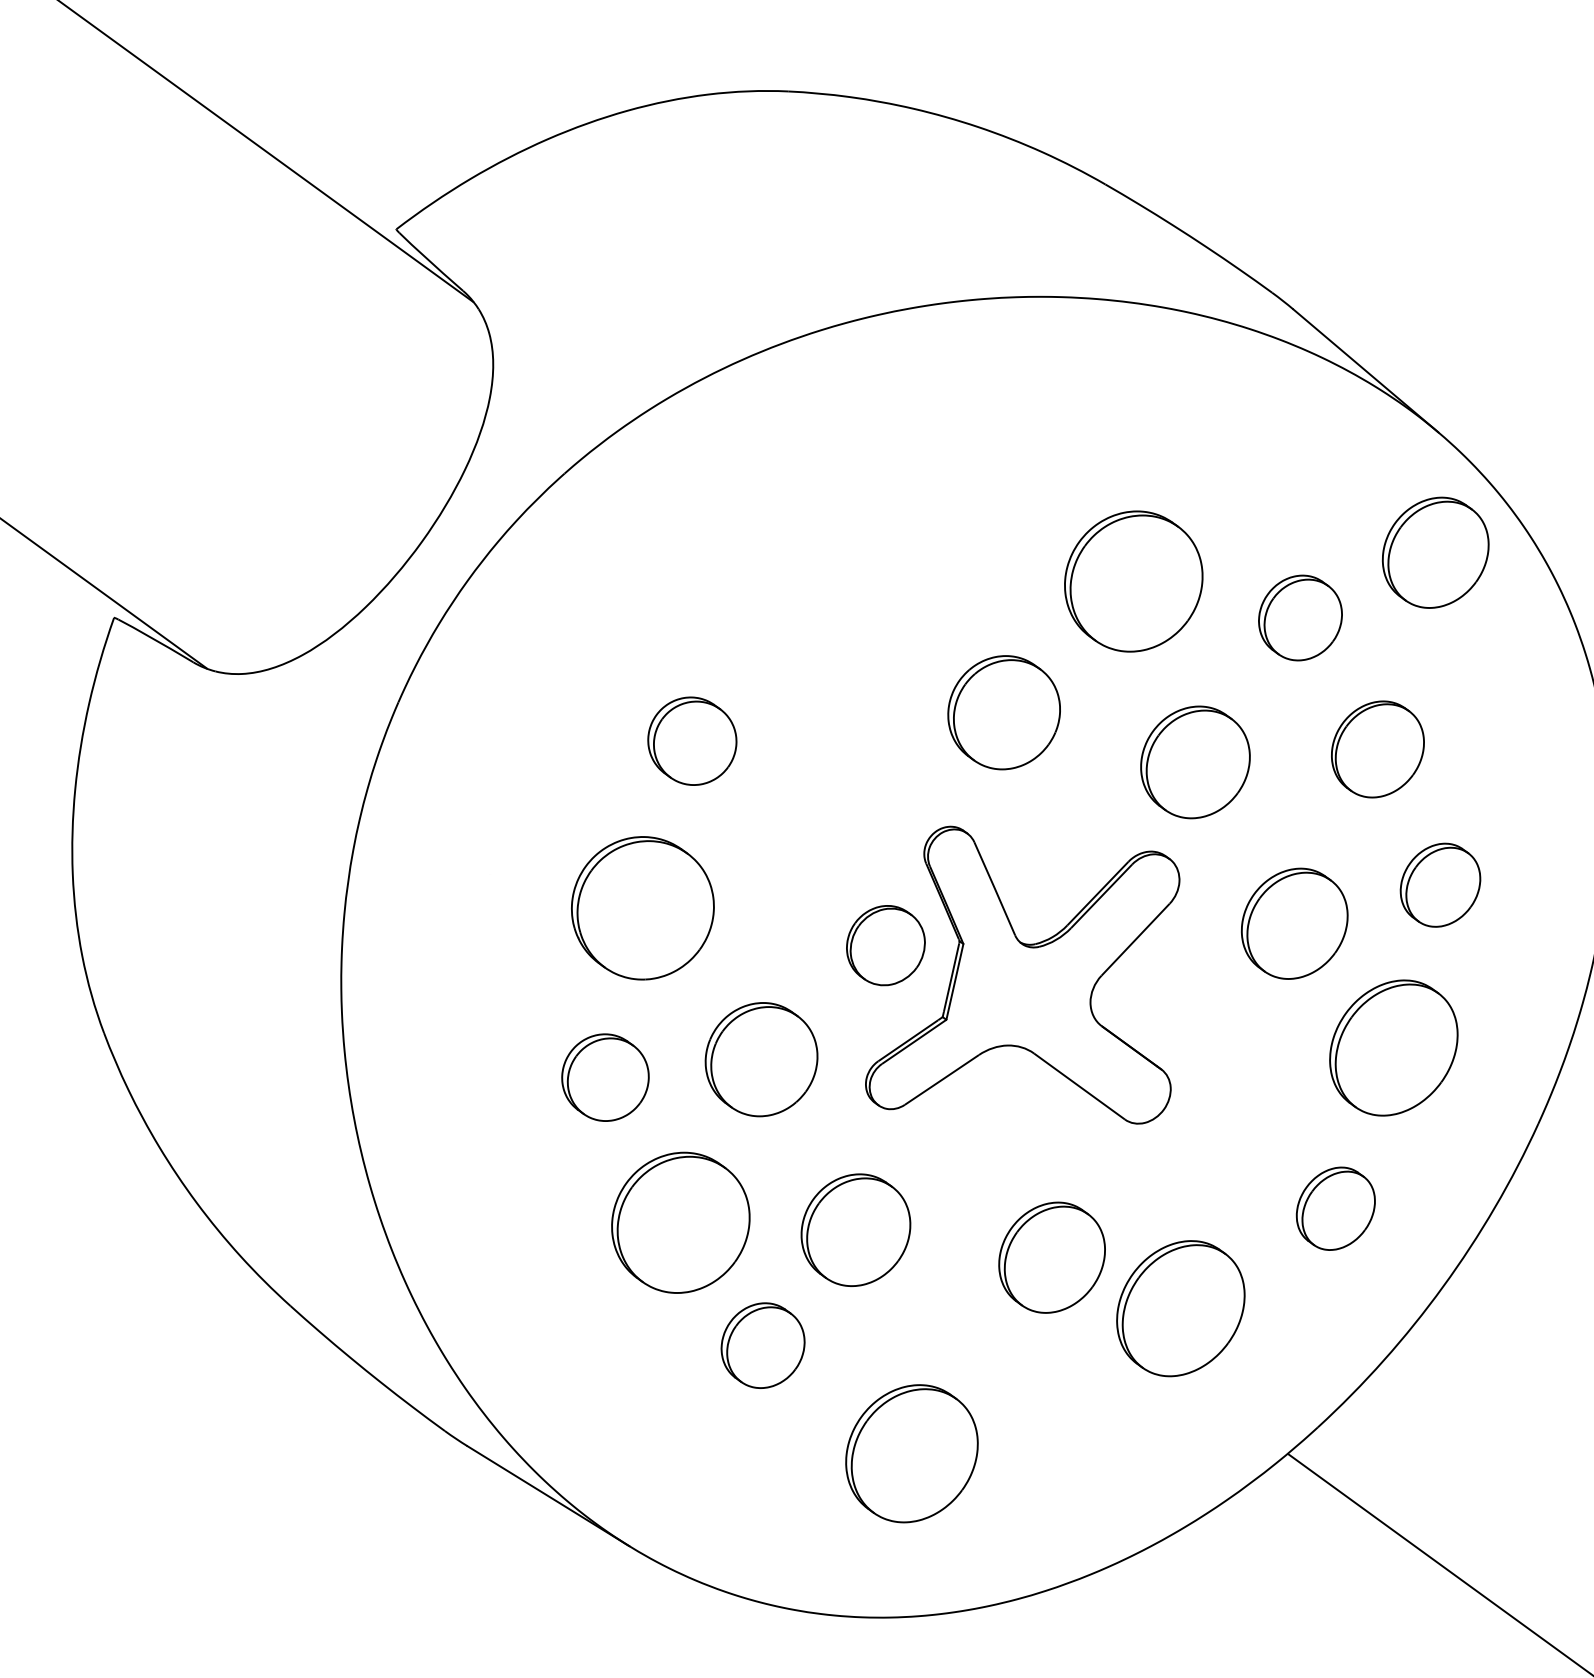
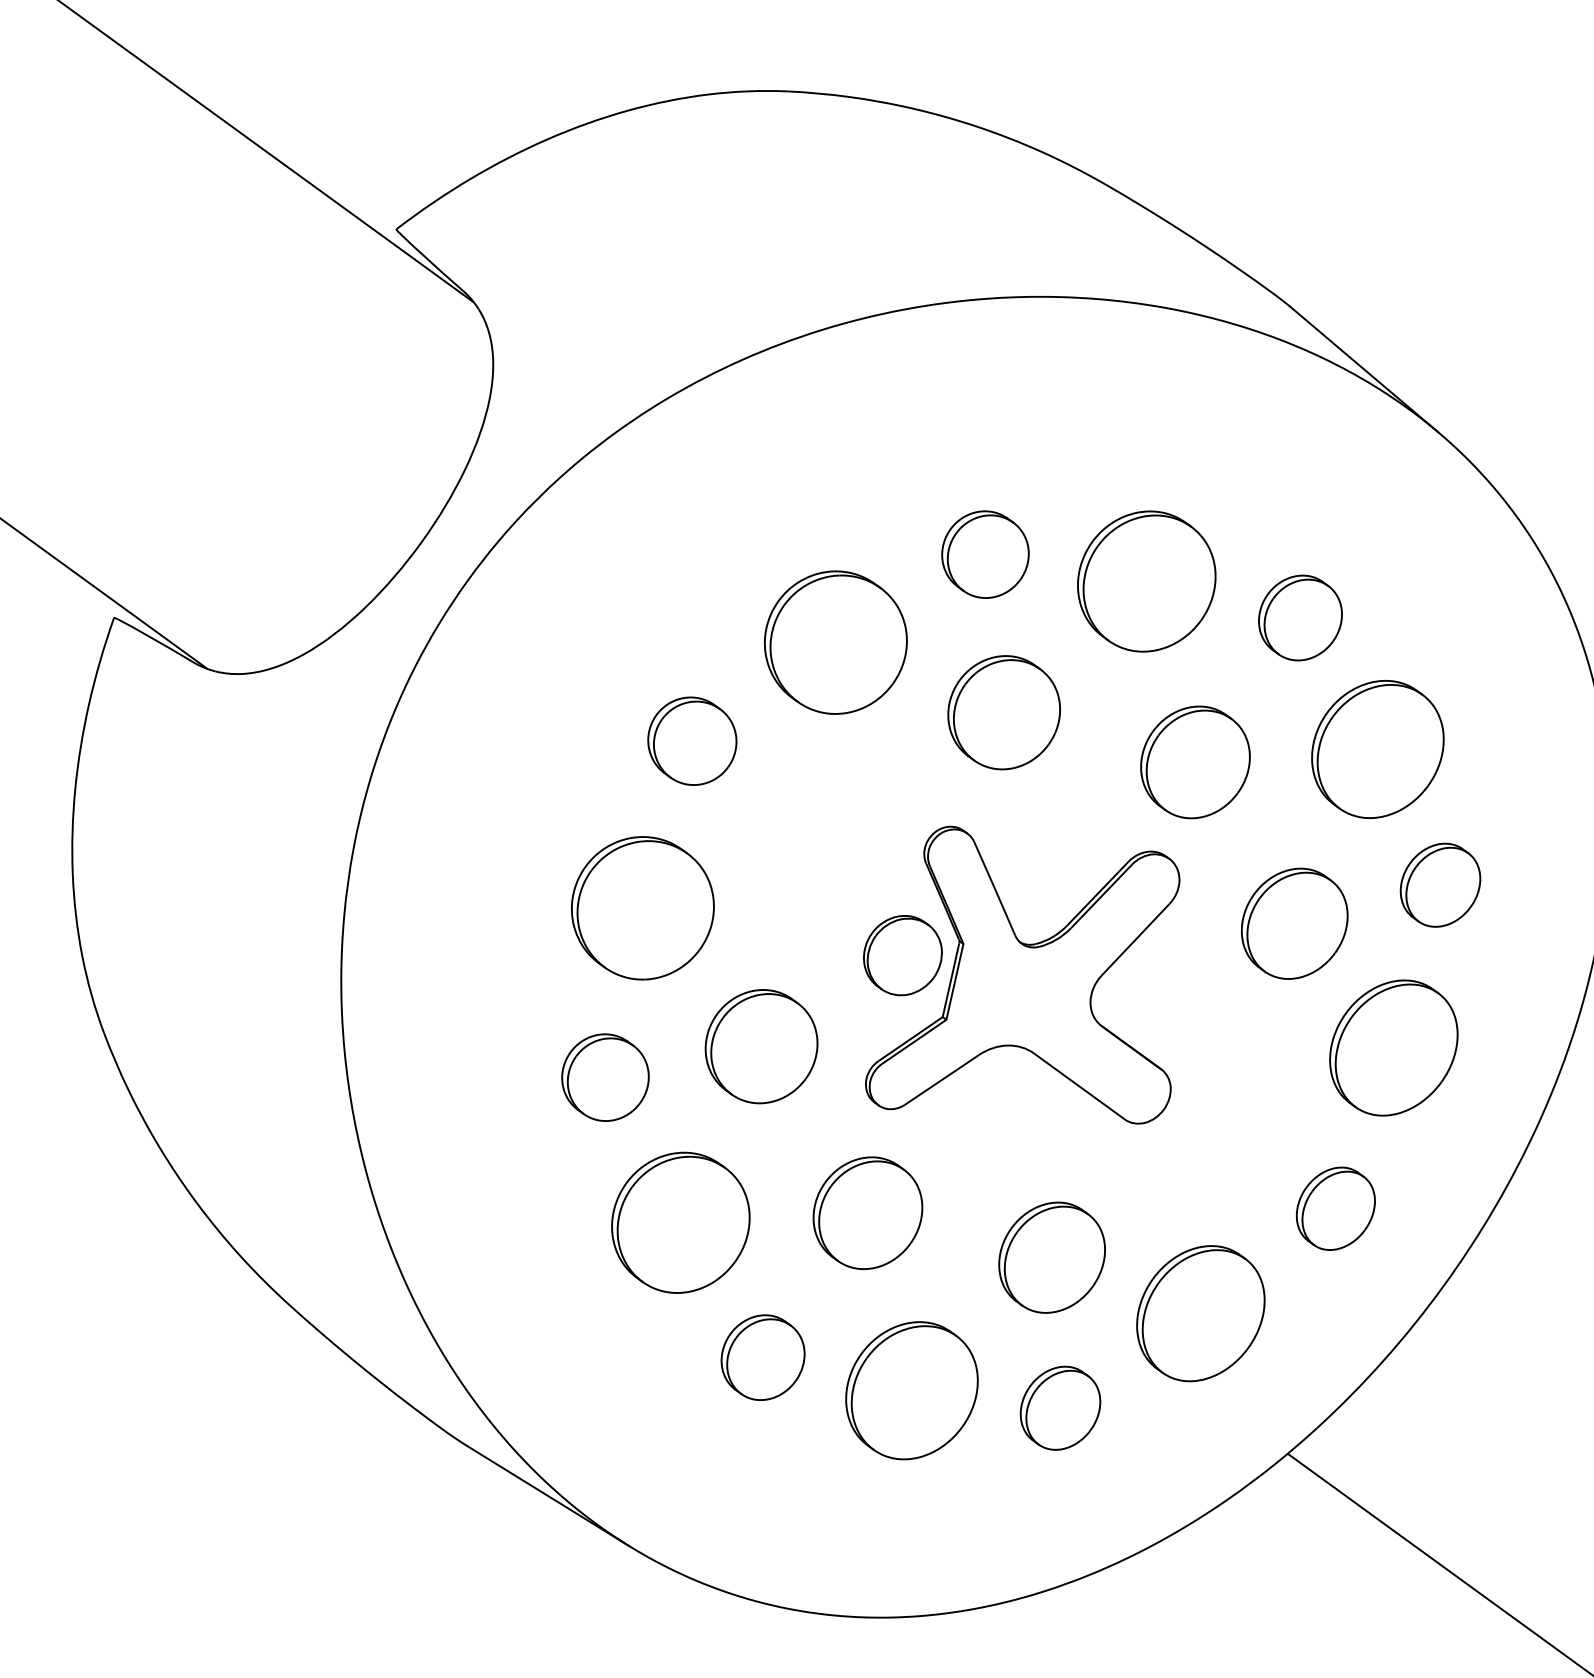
part at (1435, 552): present -> none
part at (985, 554): none -> present
part at (1133, 581) position: (1133, 581) -> (1146, 581)
part at (835, 642): none -> present
part at (1377, 749) size: 94x99 px -> 134x139 px
part at (885, 945) position: (885, 945) -> (902, 955)
part at (761, 1059) position: (761, 1059) -> (761, 1046)
part at (855, 1229) position: (855, 1229) -> (867, 1212)
part at (1180, 1308) position: (1180, 1308) -> (1200, 1313)
part at (762, 1345) position: (762, 1345) -> (762, 1357)
part at (1060, 1407): none -> present
part at (911, 1453) position: (911, 1453) -> (911, 1390)
